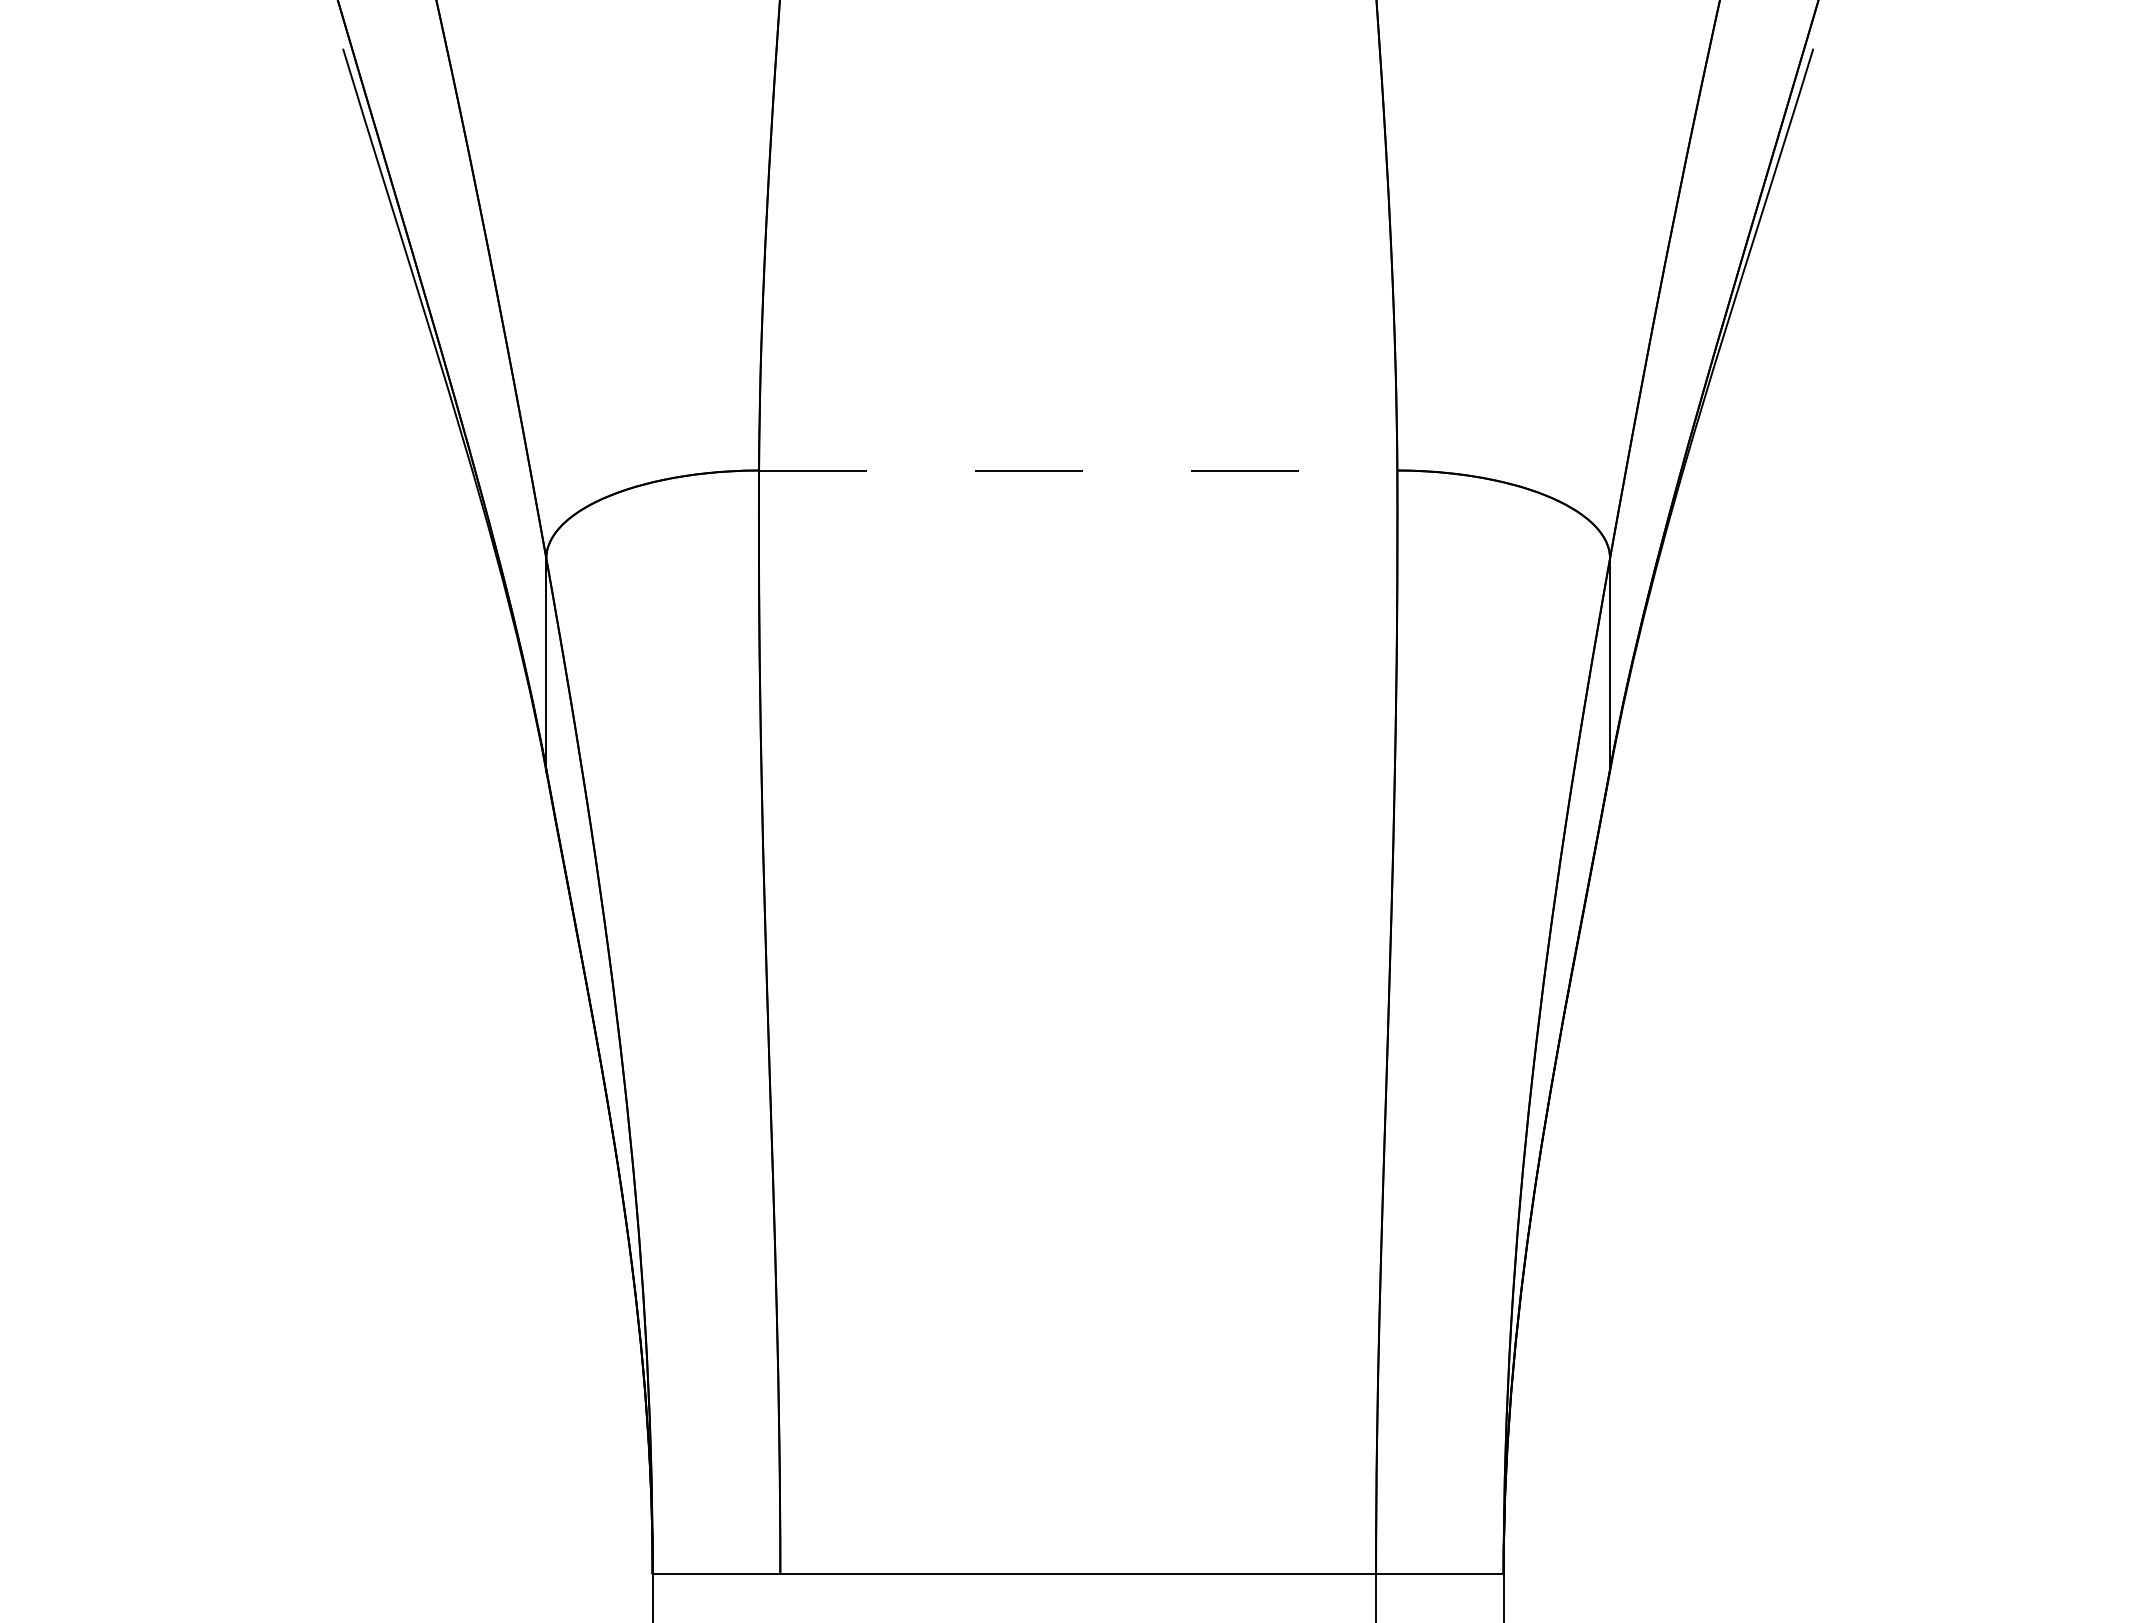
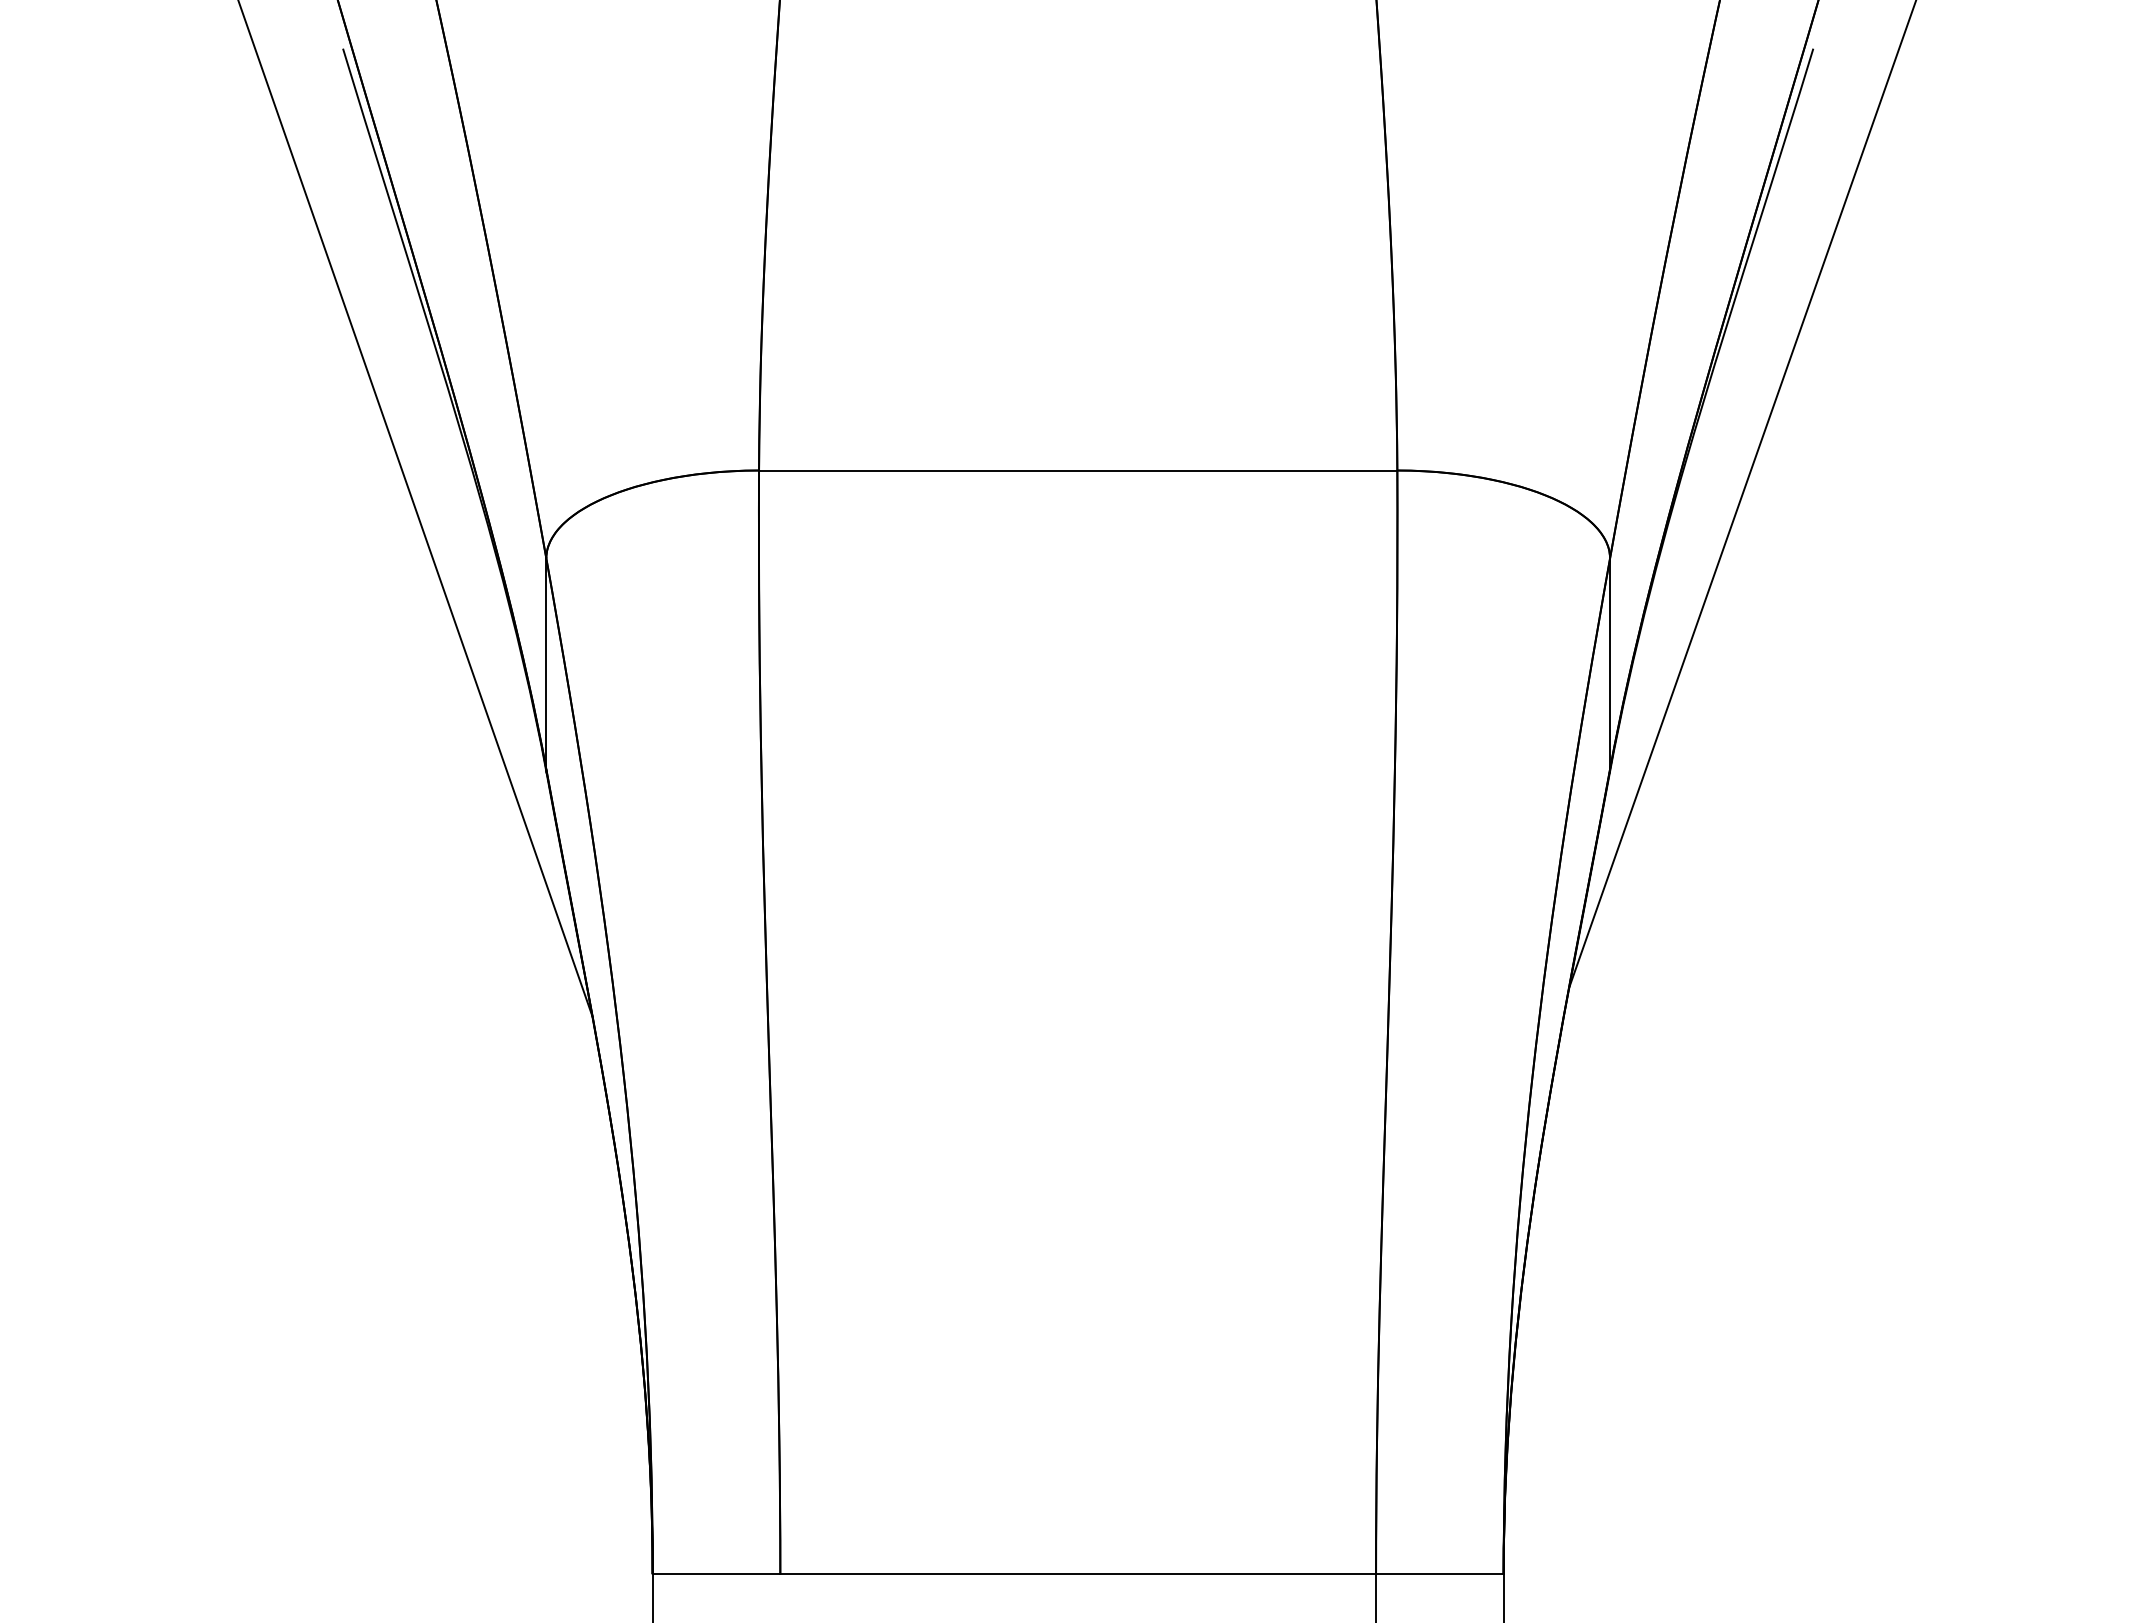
line at (1078, 470): dashed -> solid
line at (1742, 494): none -> present
line at (415, 509): none -> present
